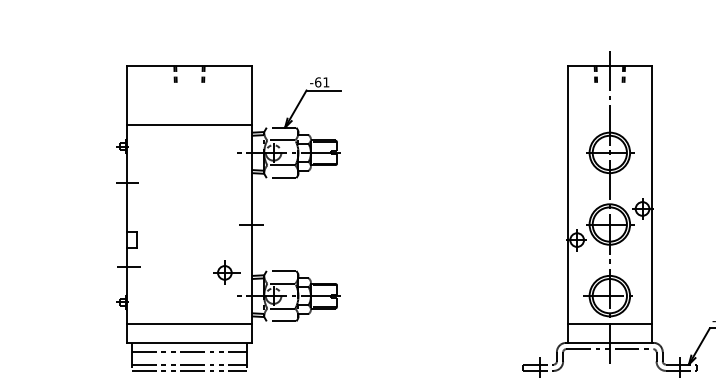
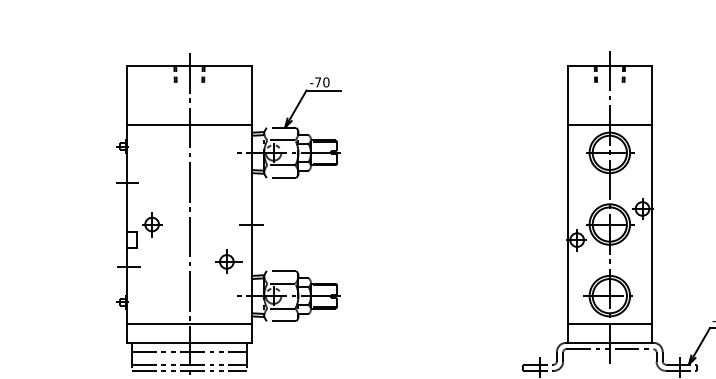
text at (322, 82): -61 -> -70
line at (609, 124): none -> present
line at (189, 214): none -> present
part at (152, 224): none -> present
part at (226, 272) position: (226, 272) -> (228, 261)
